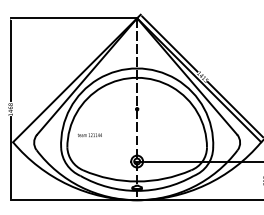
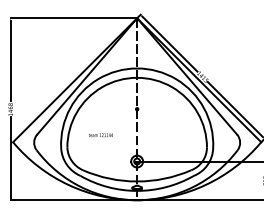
text at (89, 135) position: (89, 135) -> (100, 135)
